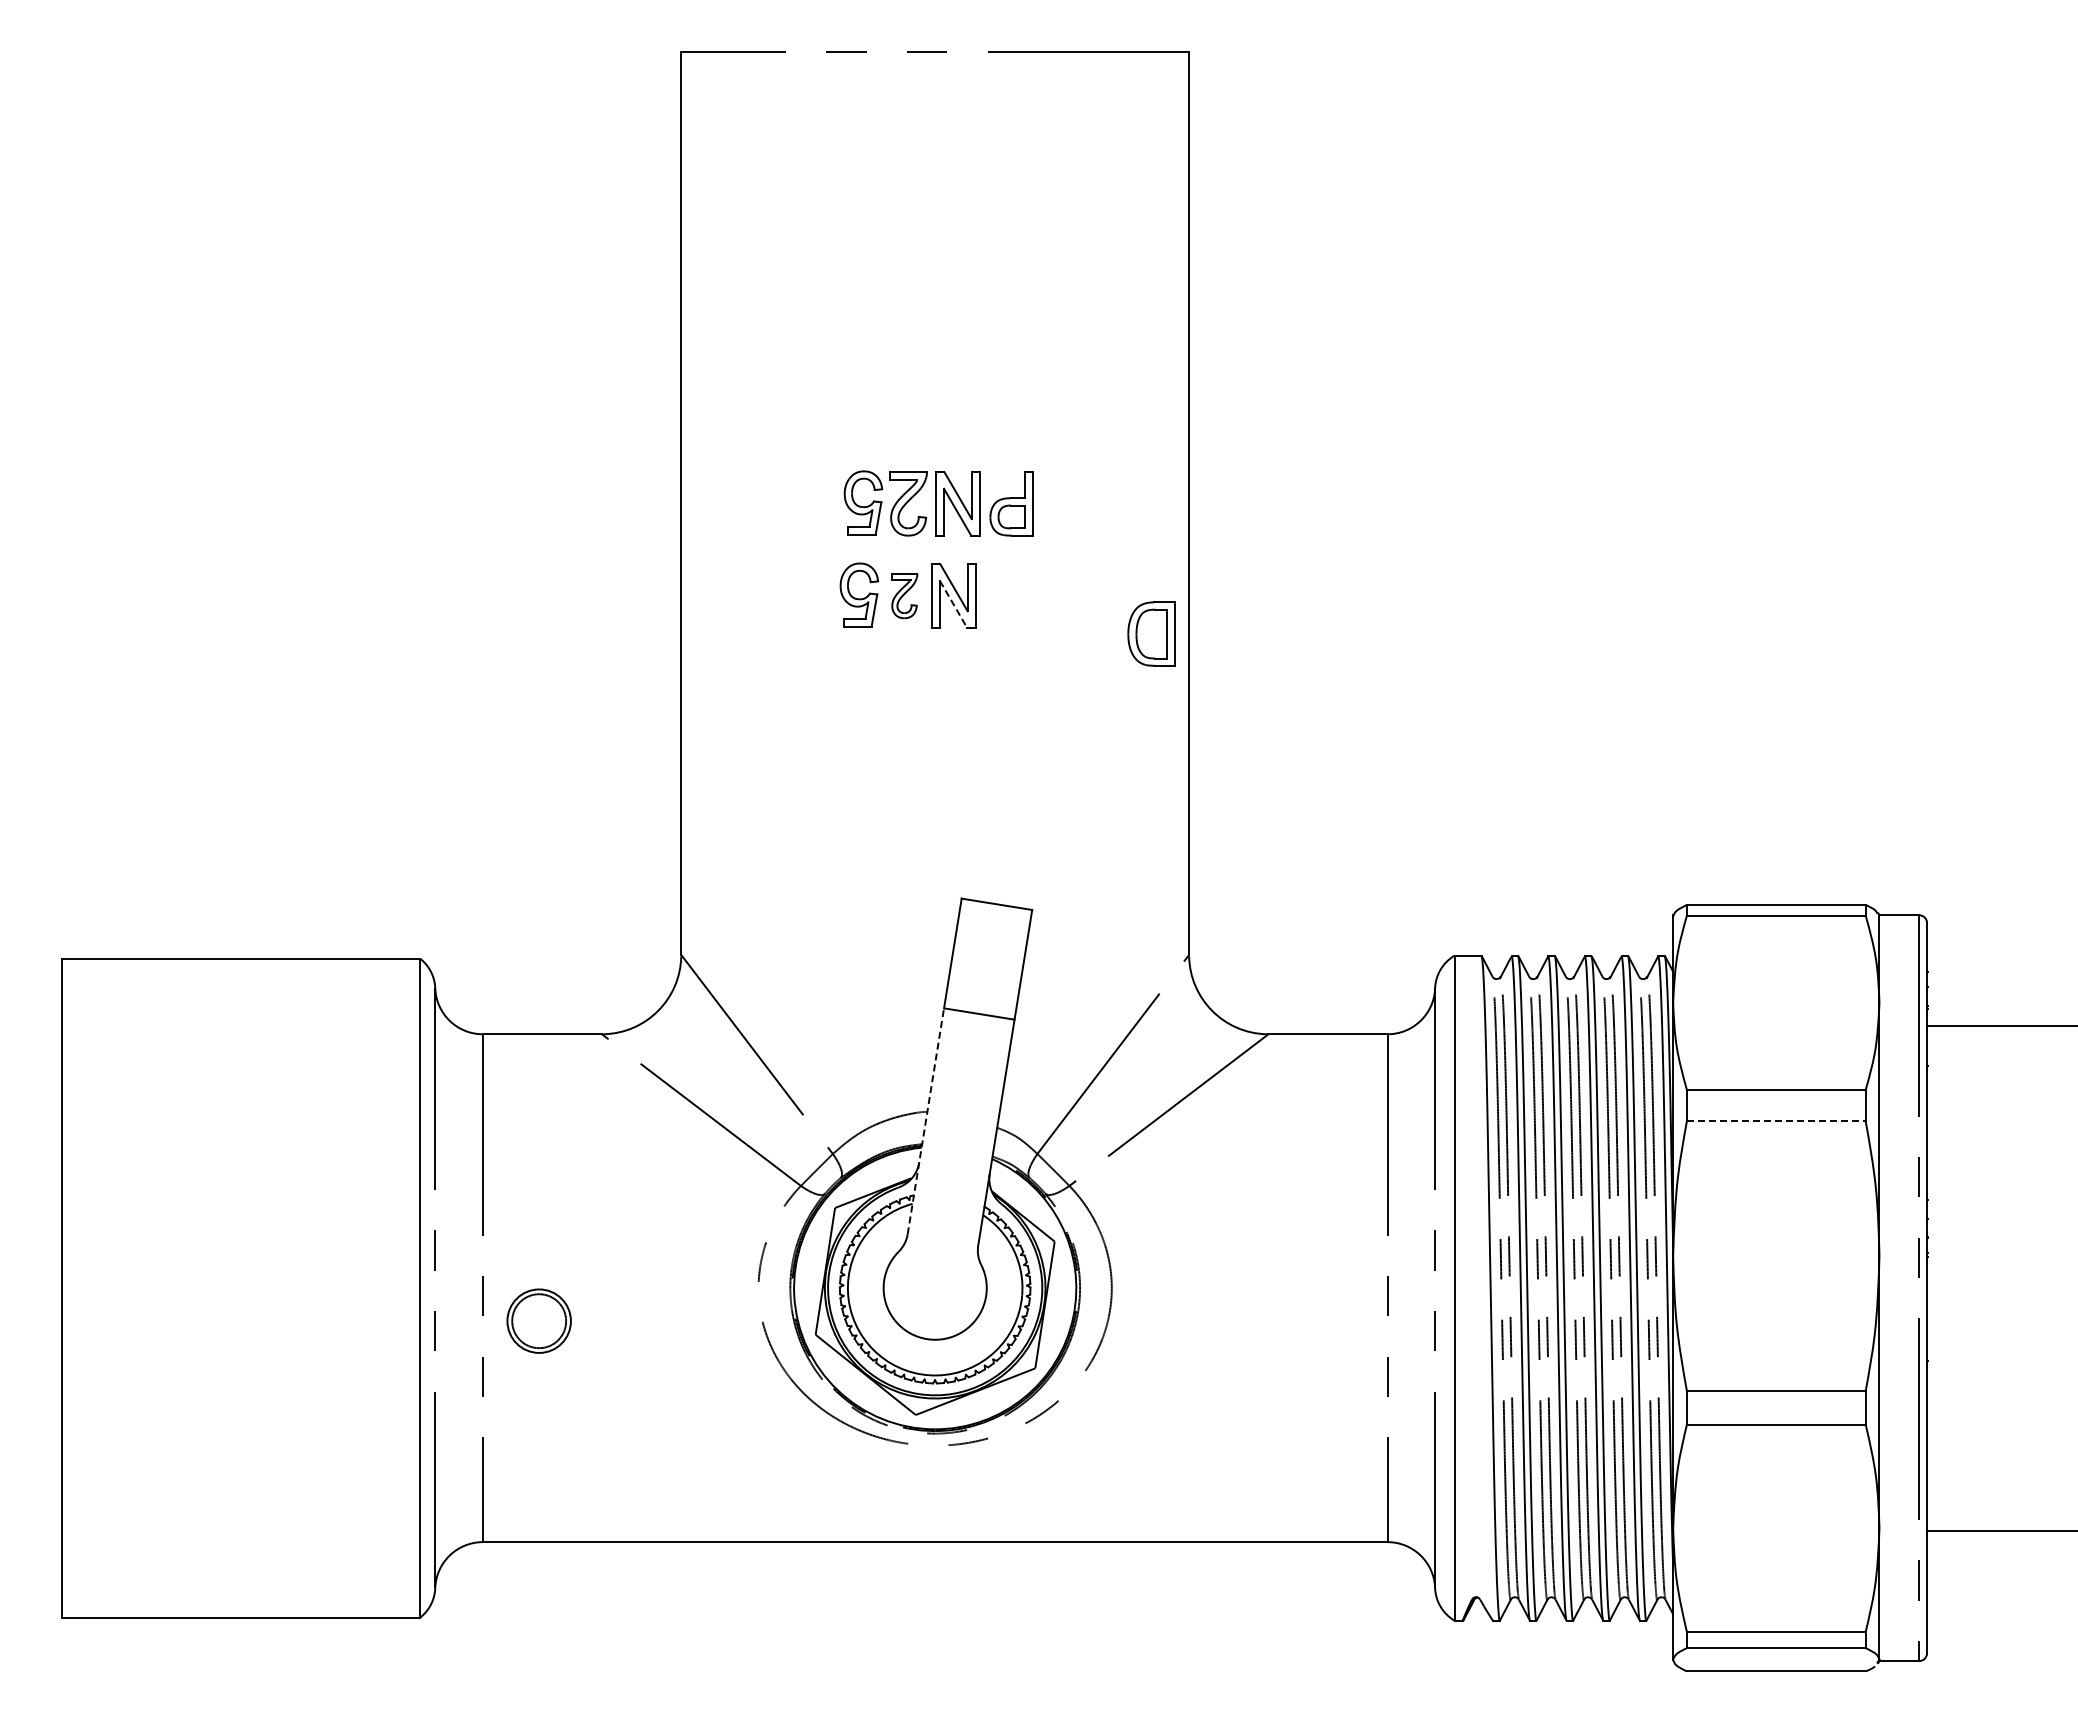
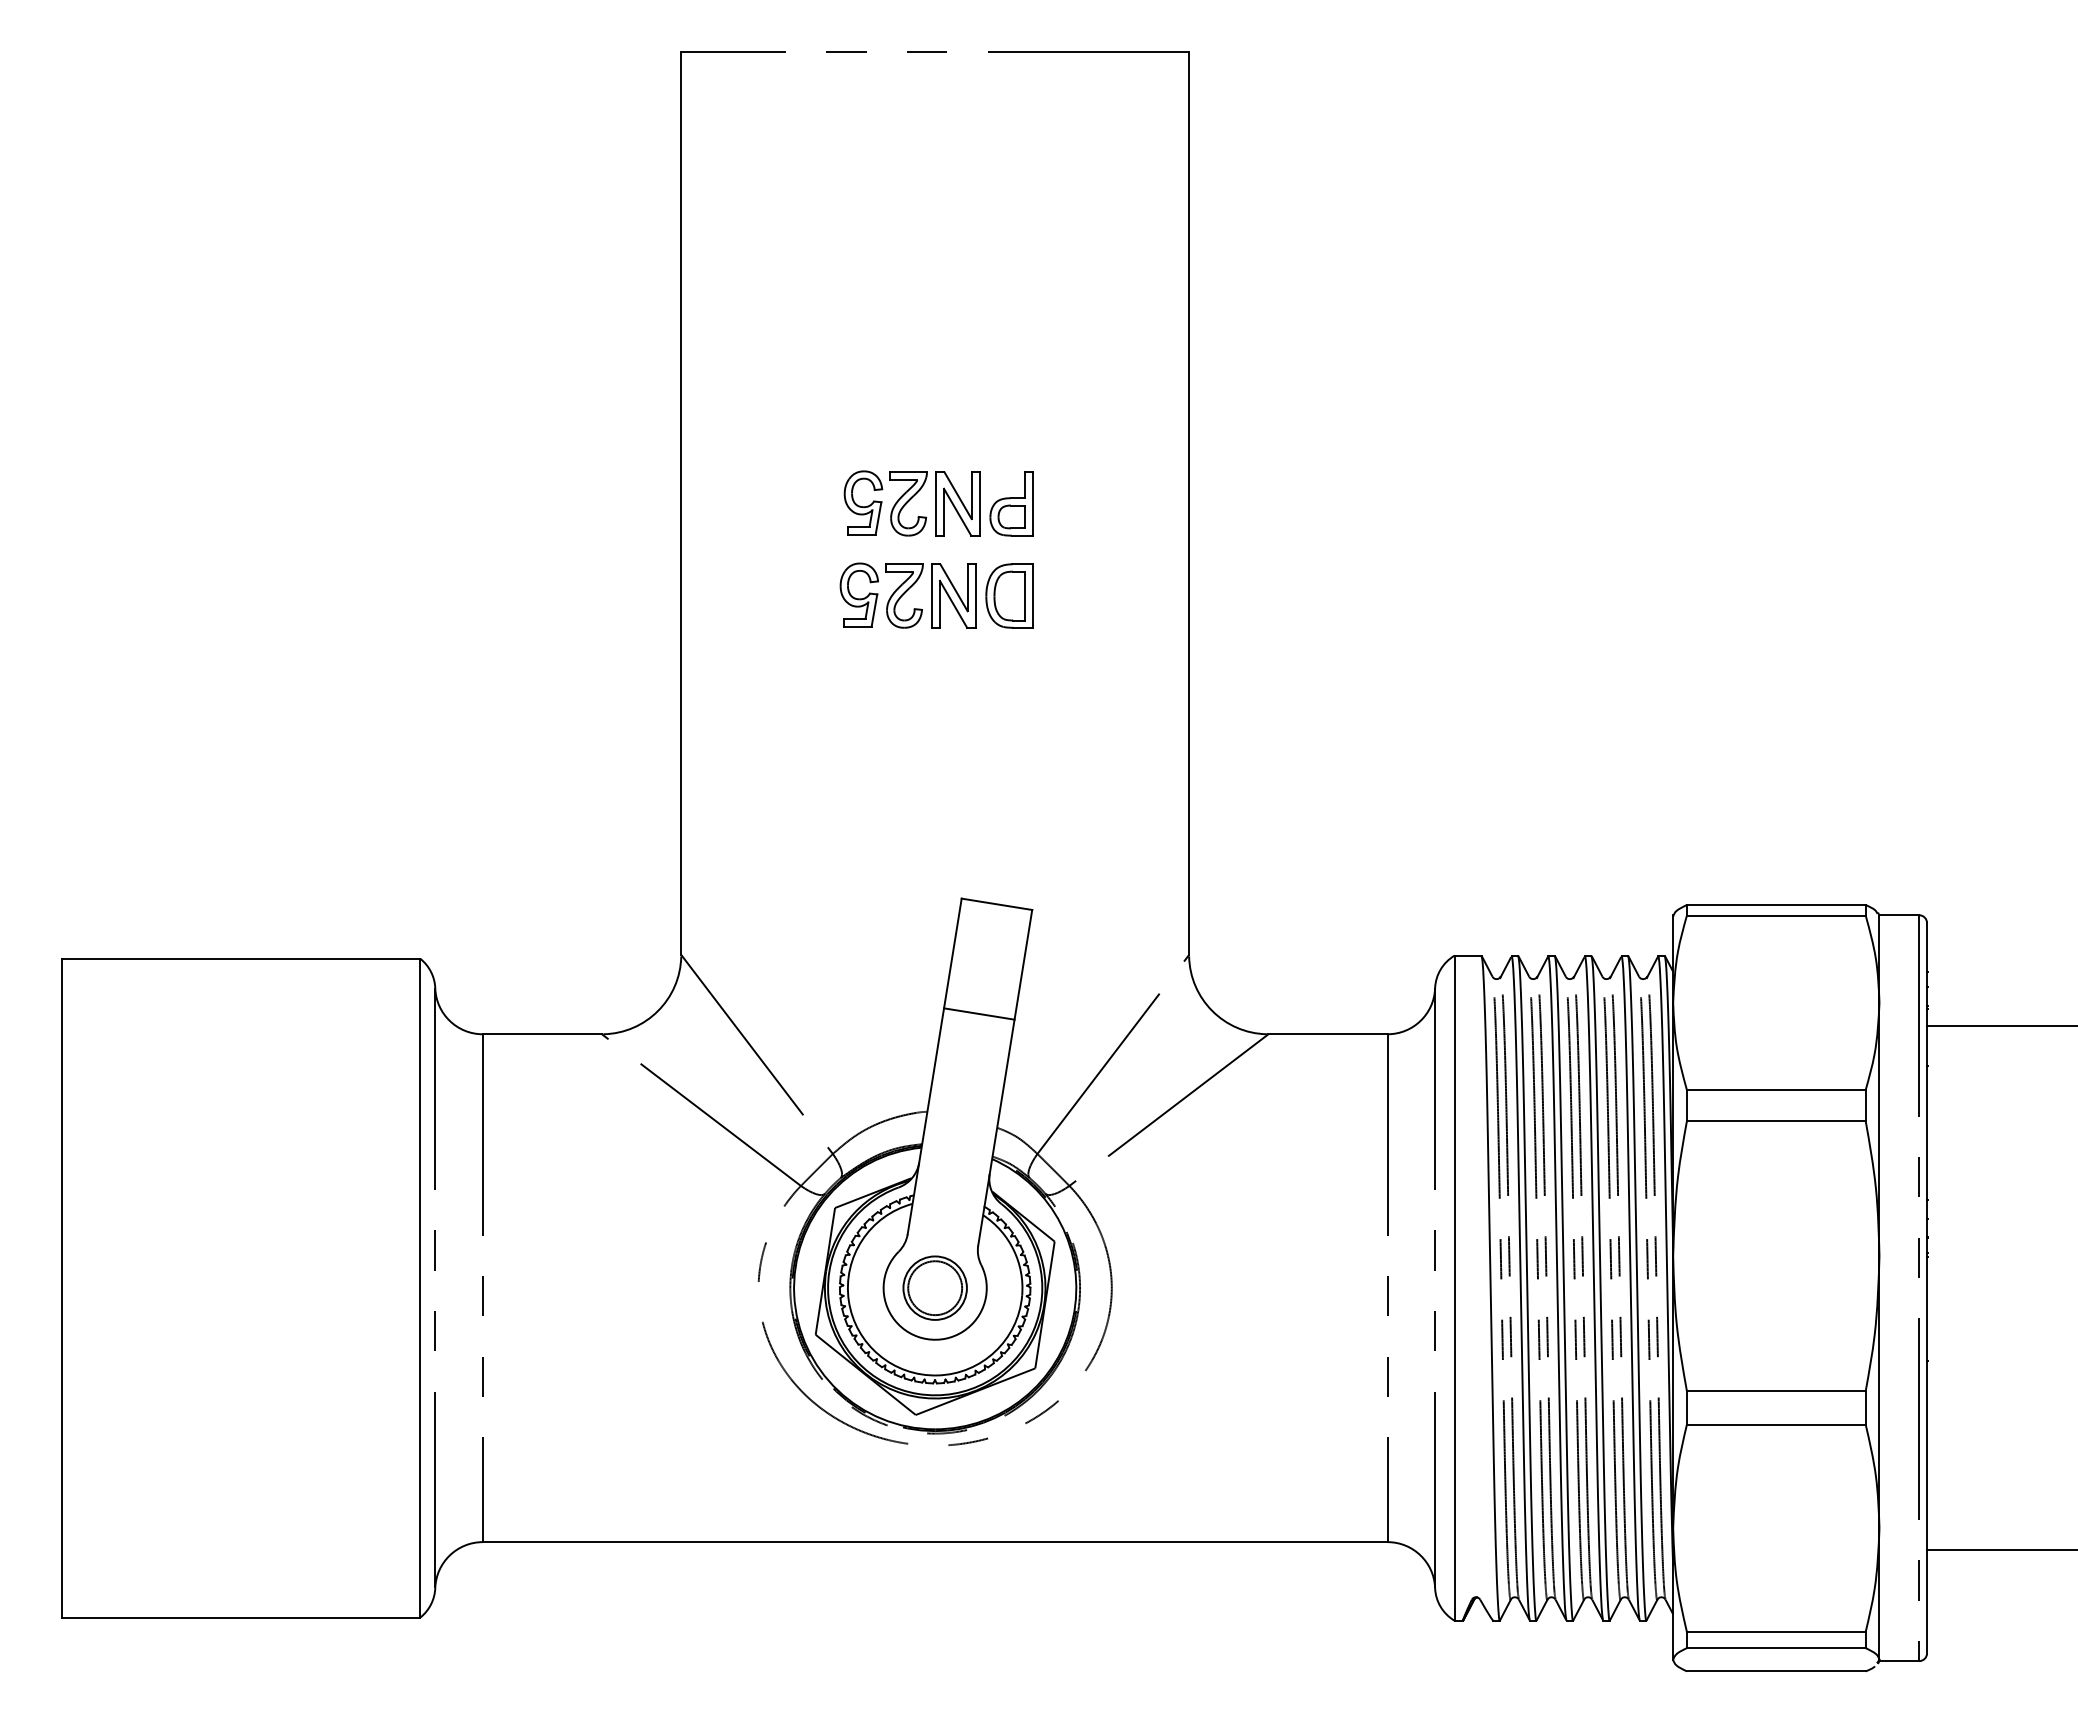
part at (904, 596) size: 28x47 px -> 39x66 px
line at (953, 604): dashed -> solid
part at (1151, 633) position: (1151, 633) -> (1009, 595)
line at (925, 1120): dashed -> solid
line at (1776, 1121): dashed -> solid
part at (538, 1320) position: (538, 1320) -> (934, 1287)
line at (2000, 1531) position: (2000, 1531) -> (2000, 1550)
